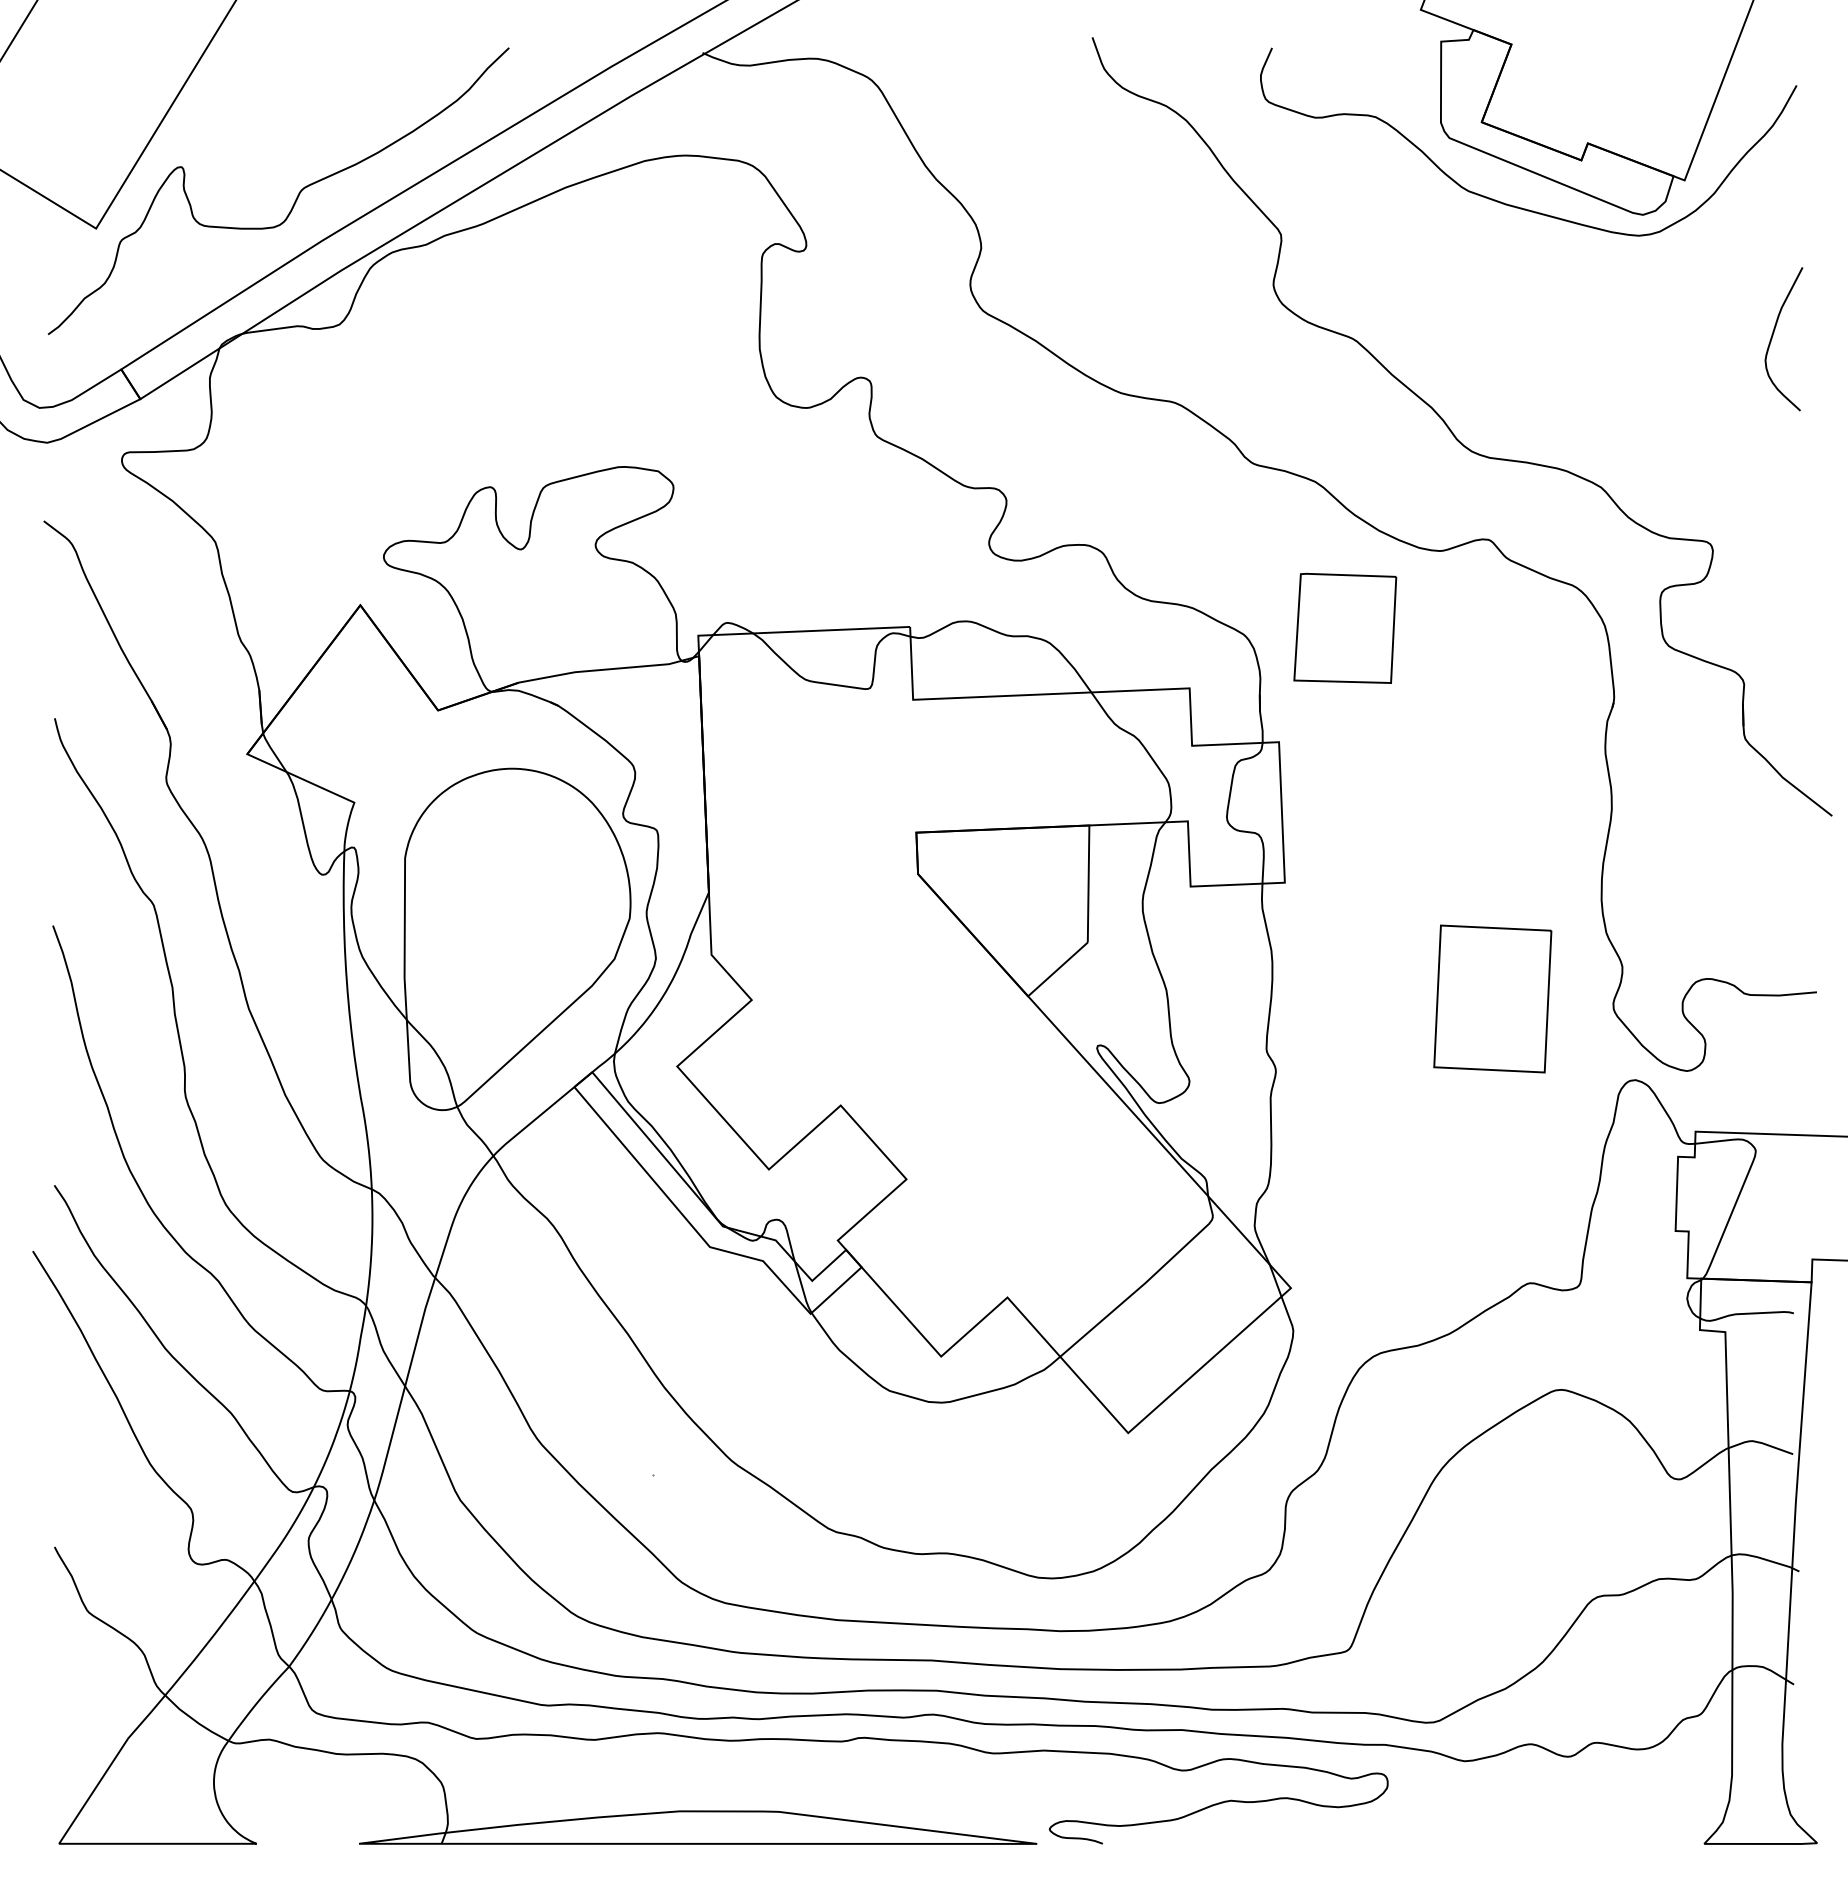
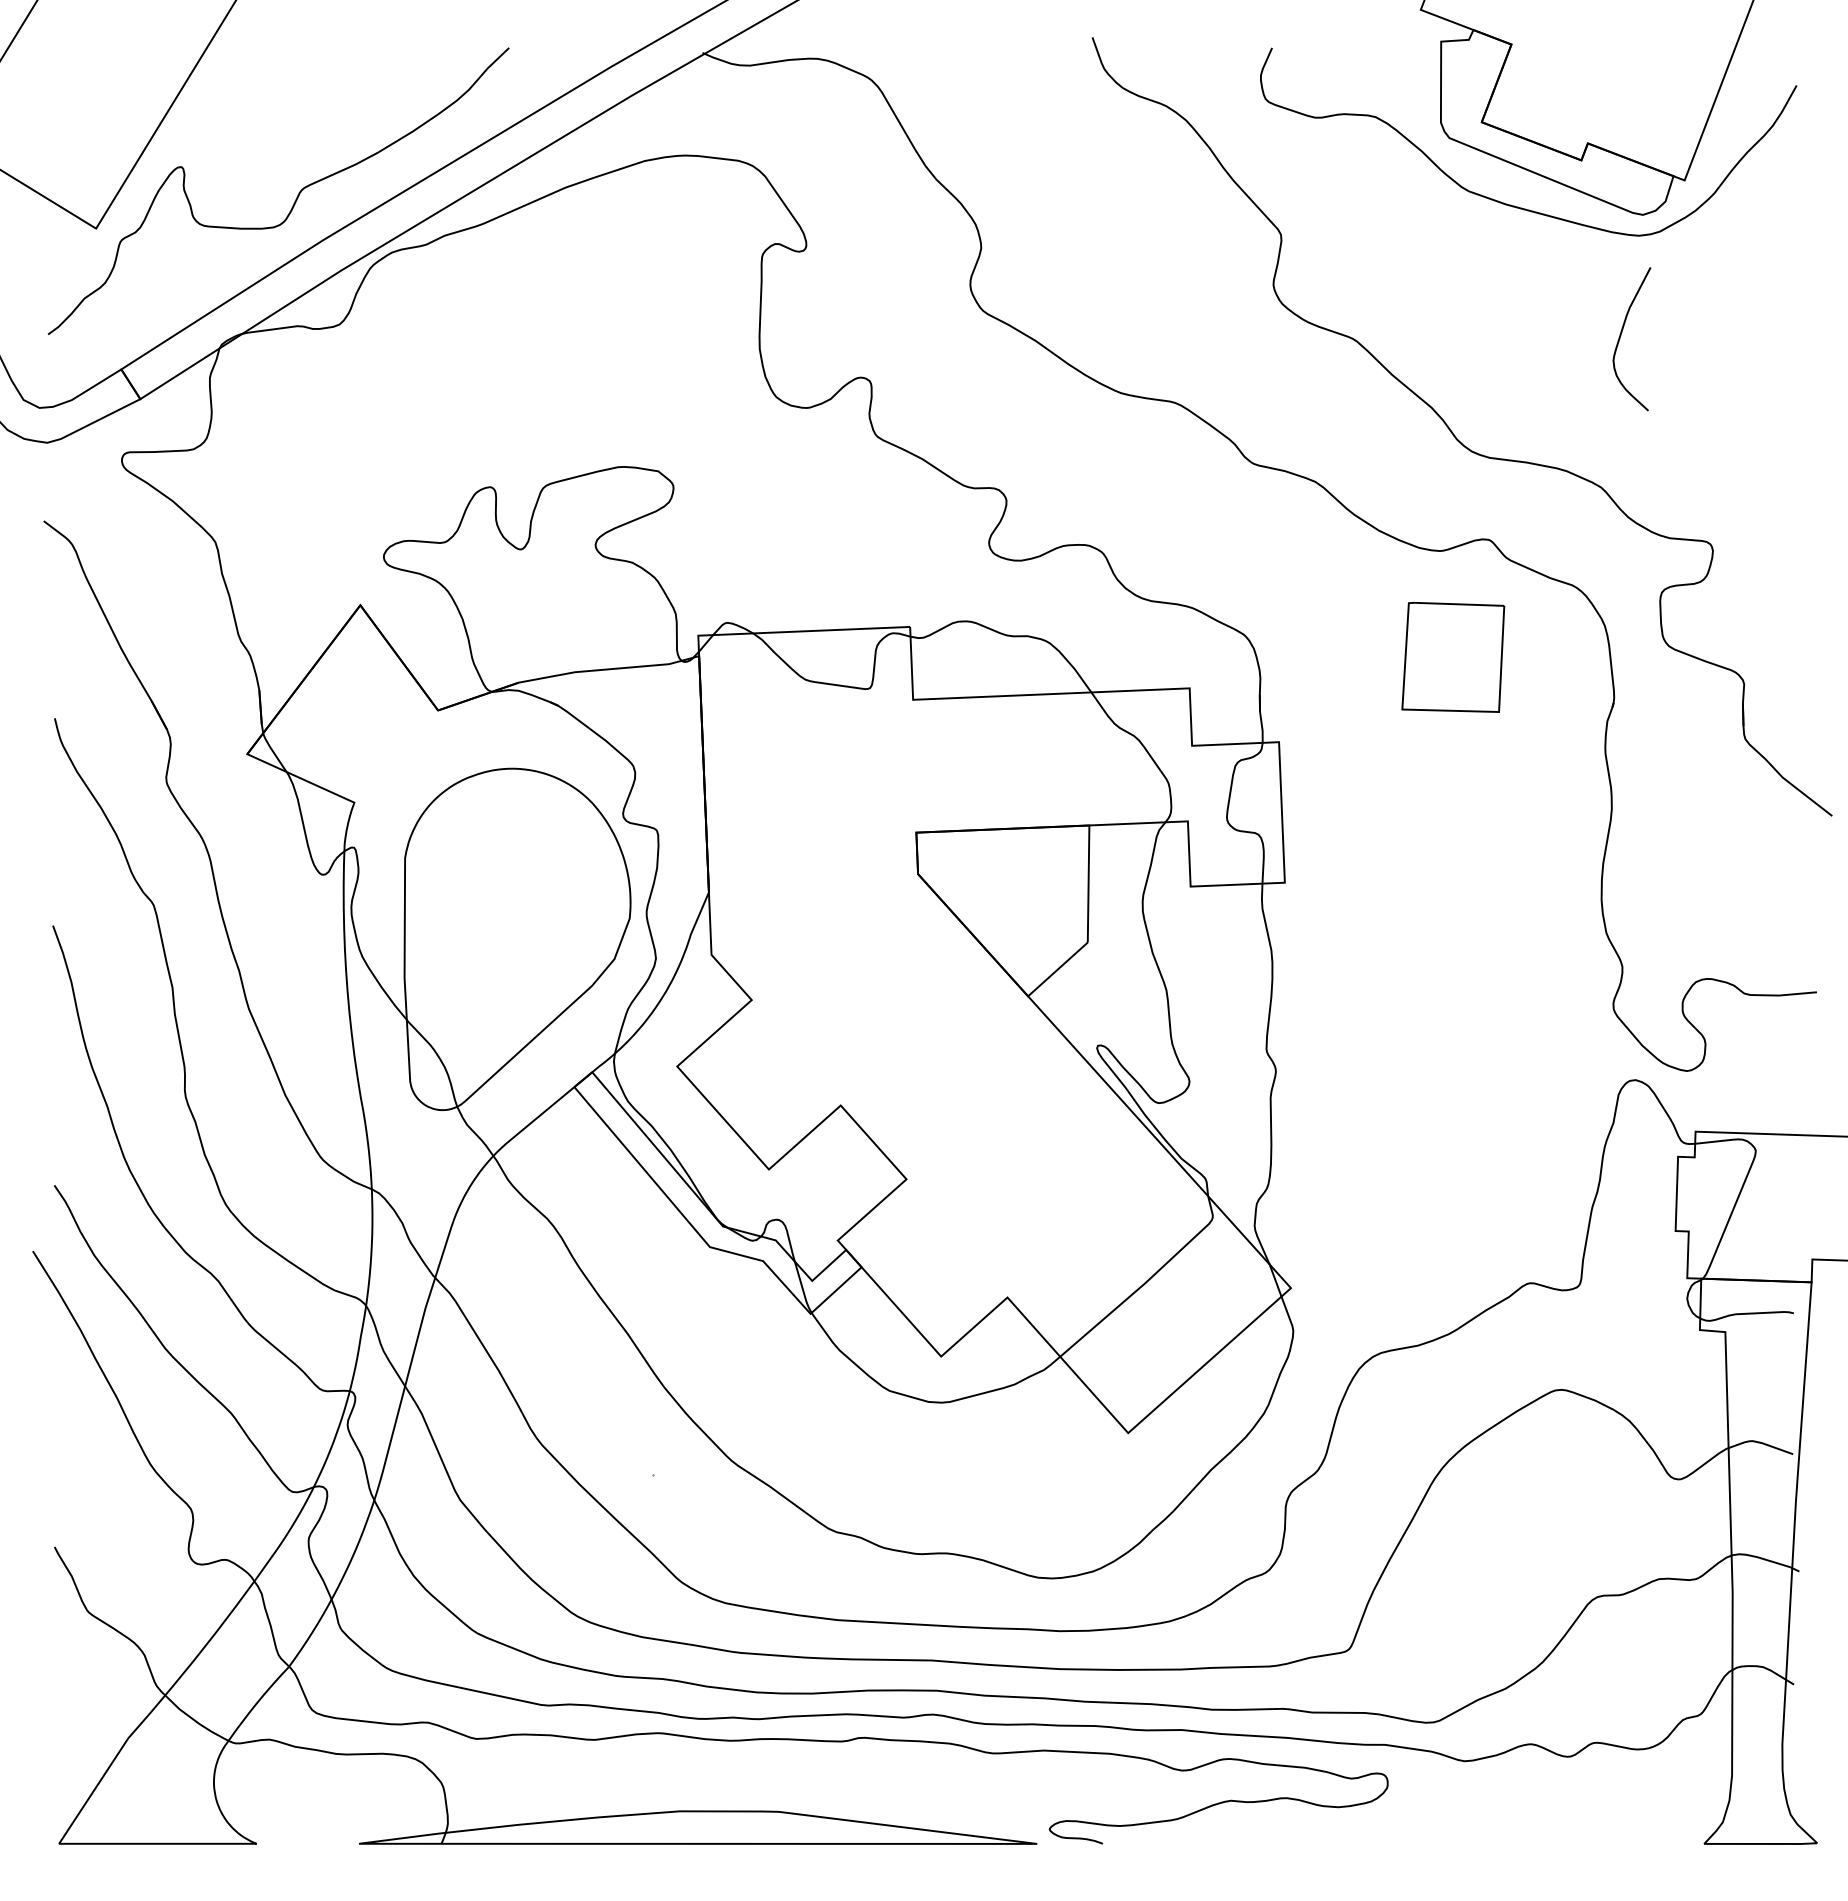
curve at (1773, 335) position: (1773, 335) -> (1621, 335)
part at (1345, 627) position: (1345, 627) -> (1453, 656)
part at (1492, 998): present -> none
